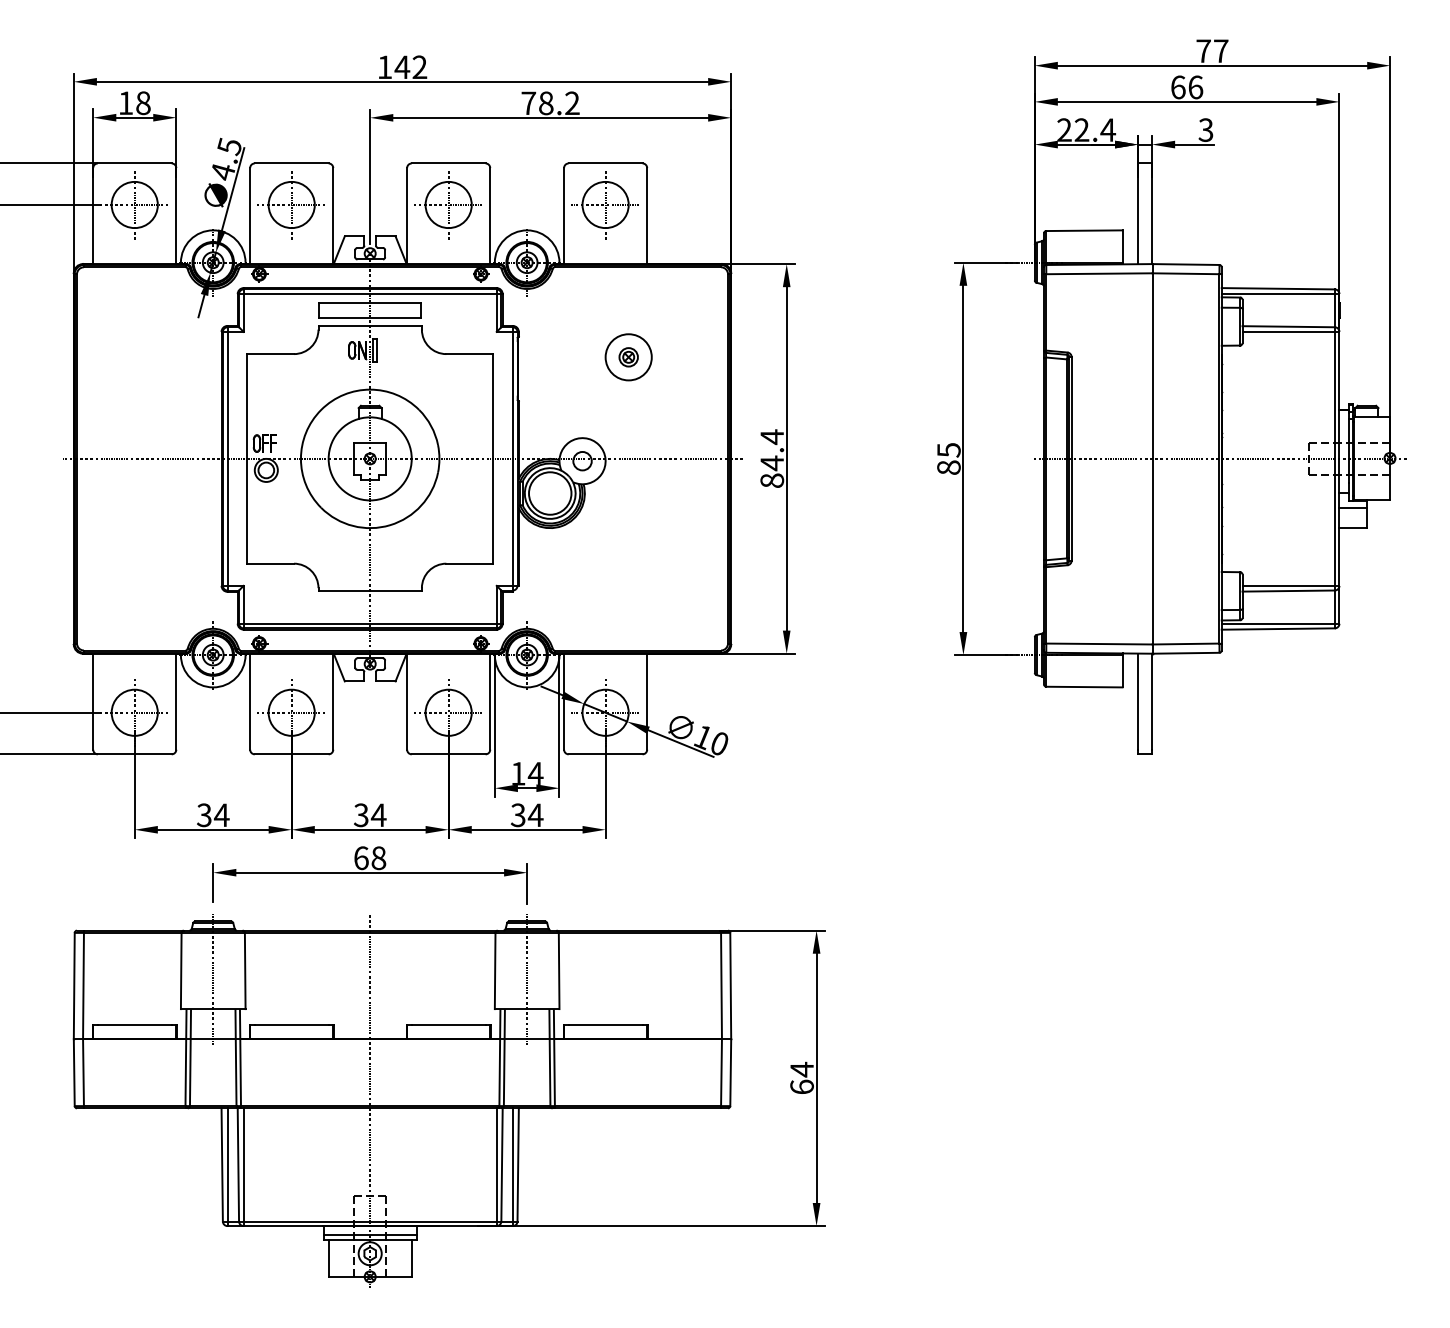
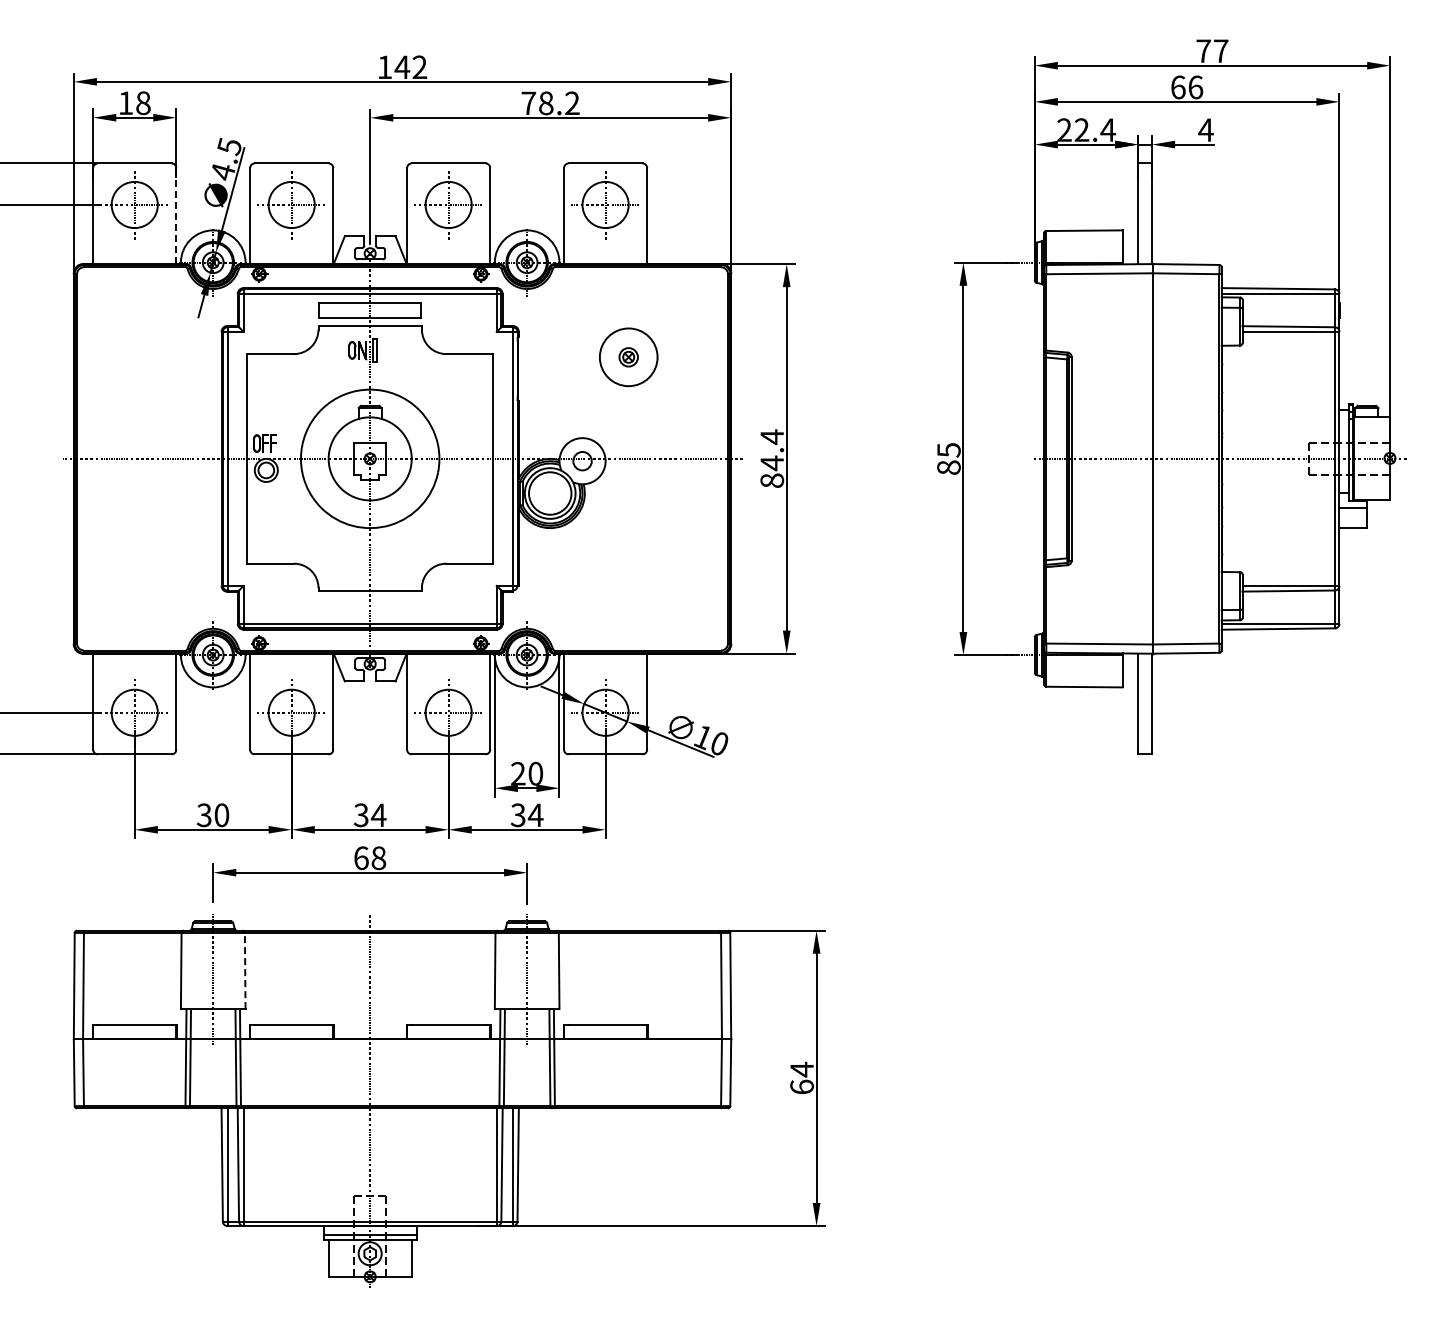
text at (1205, 129): 3 -> 4
line at (176, 215): solid -> dashed
circle at (628, 357) diameter: 46 px -> 58 px
text at (527, 773): 14 -> 20
text at (221, 815): 34 -> 30
line at (245, 970): solid -> dashed
